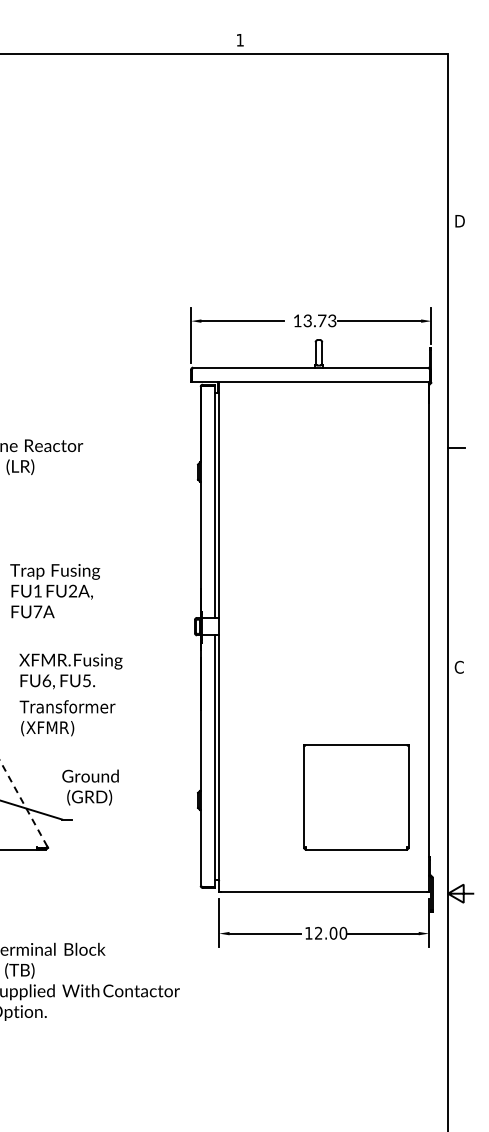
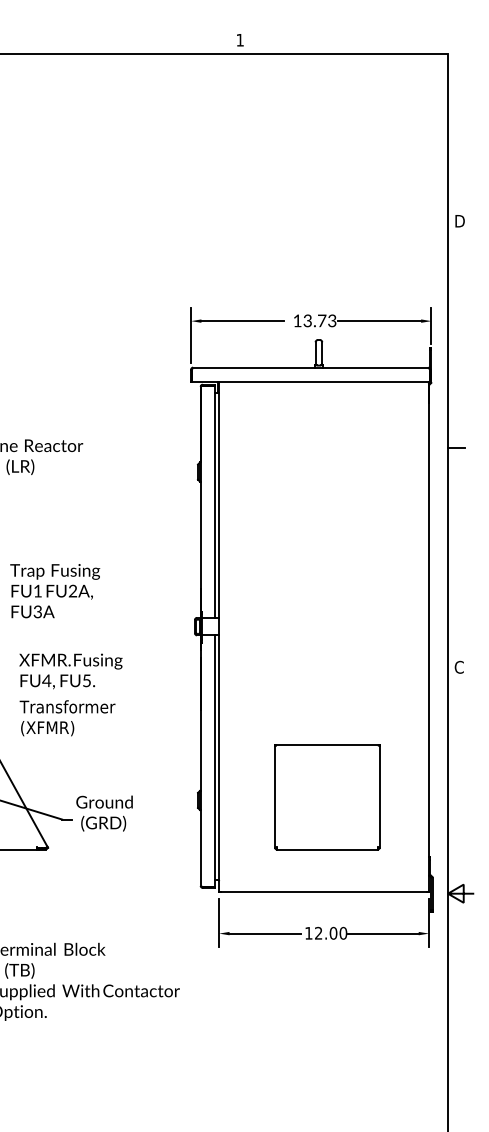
text at (37, 611): FU7A -> FU3A
text at (46, 680): FU6, -> FU4,
text at (90, 787) position: (90, 787) -> (104, 813)
part at (356, 797) position: (356, 797) -> (327, 797)
line at (23, 803): dashed -> solid
